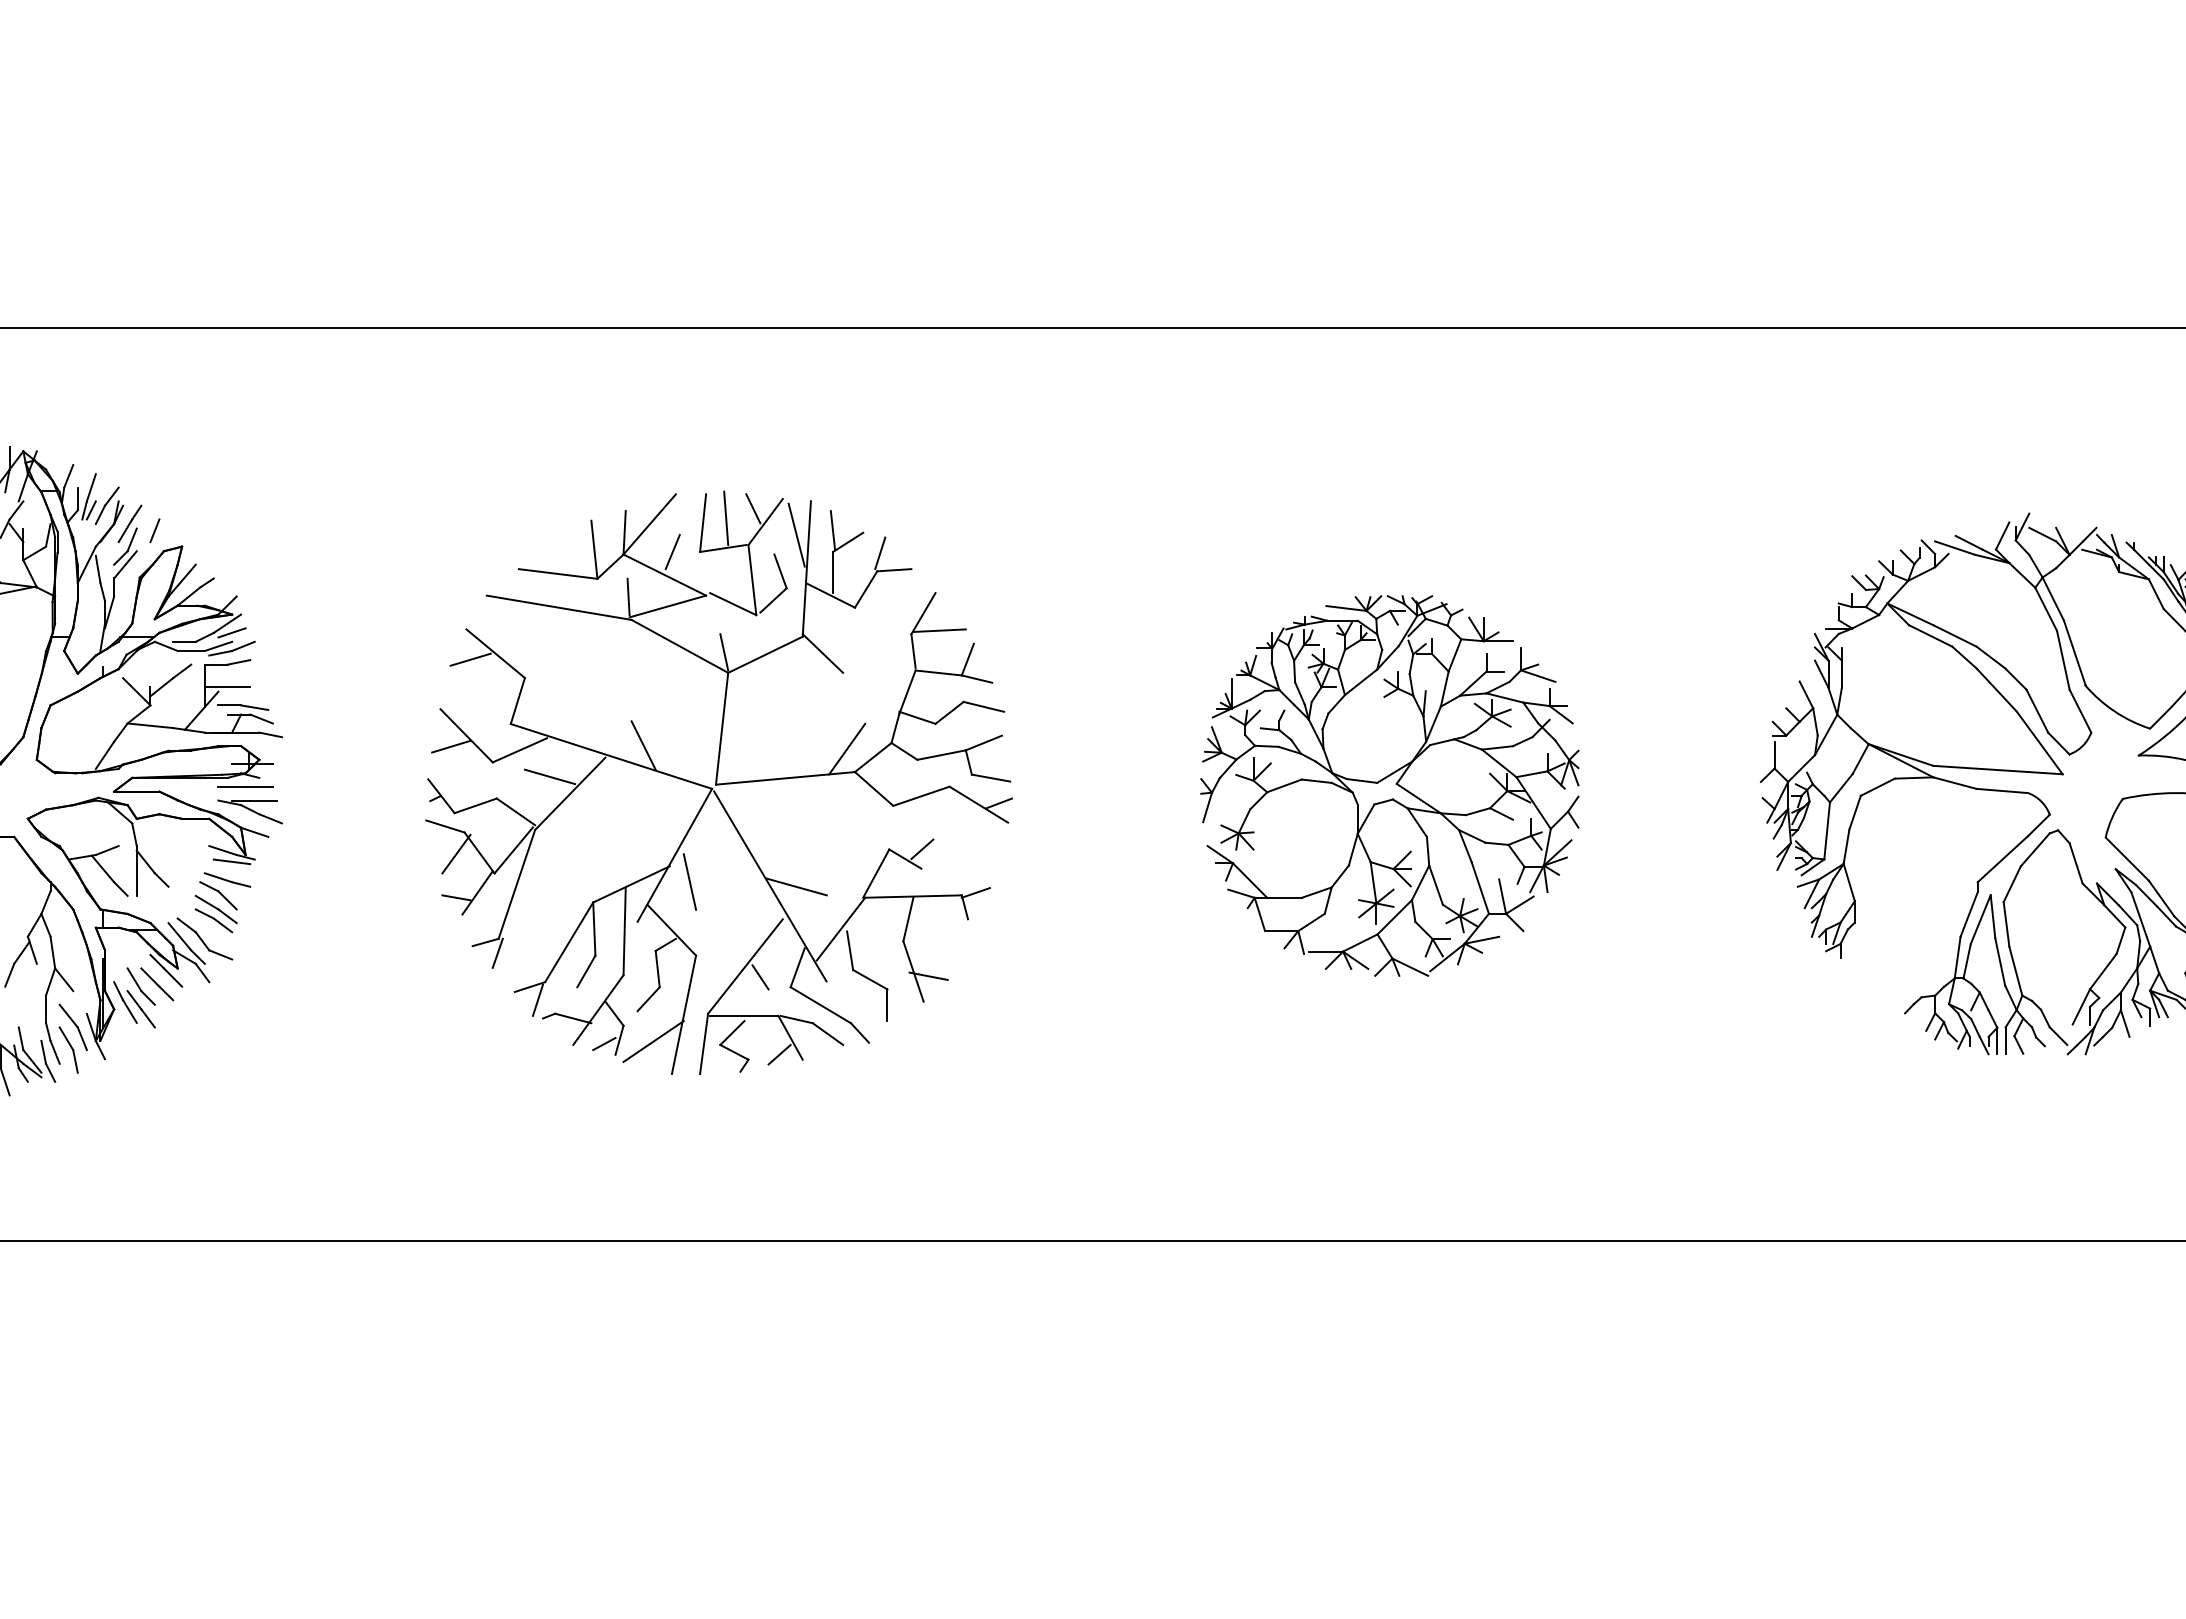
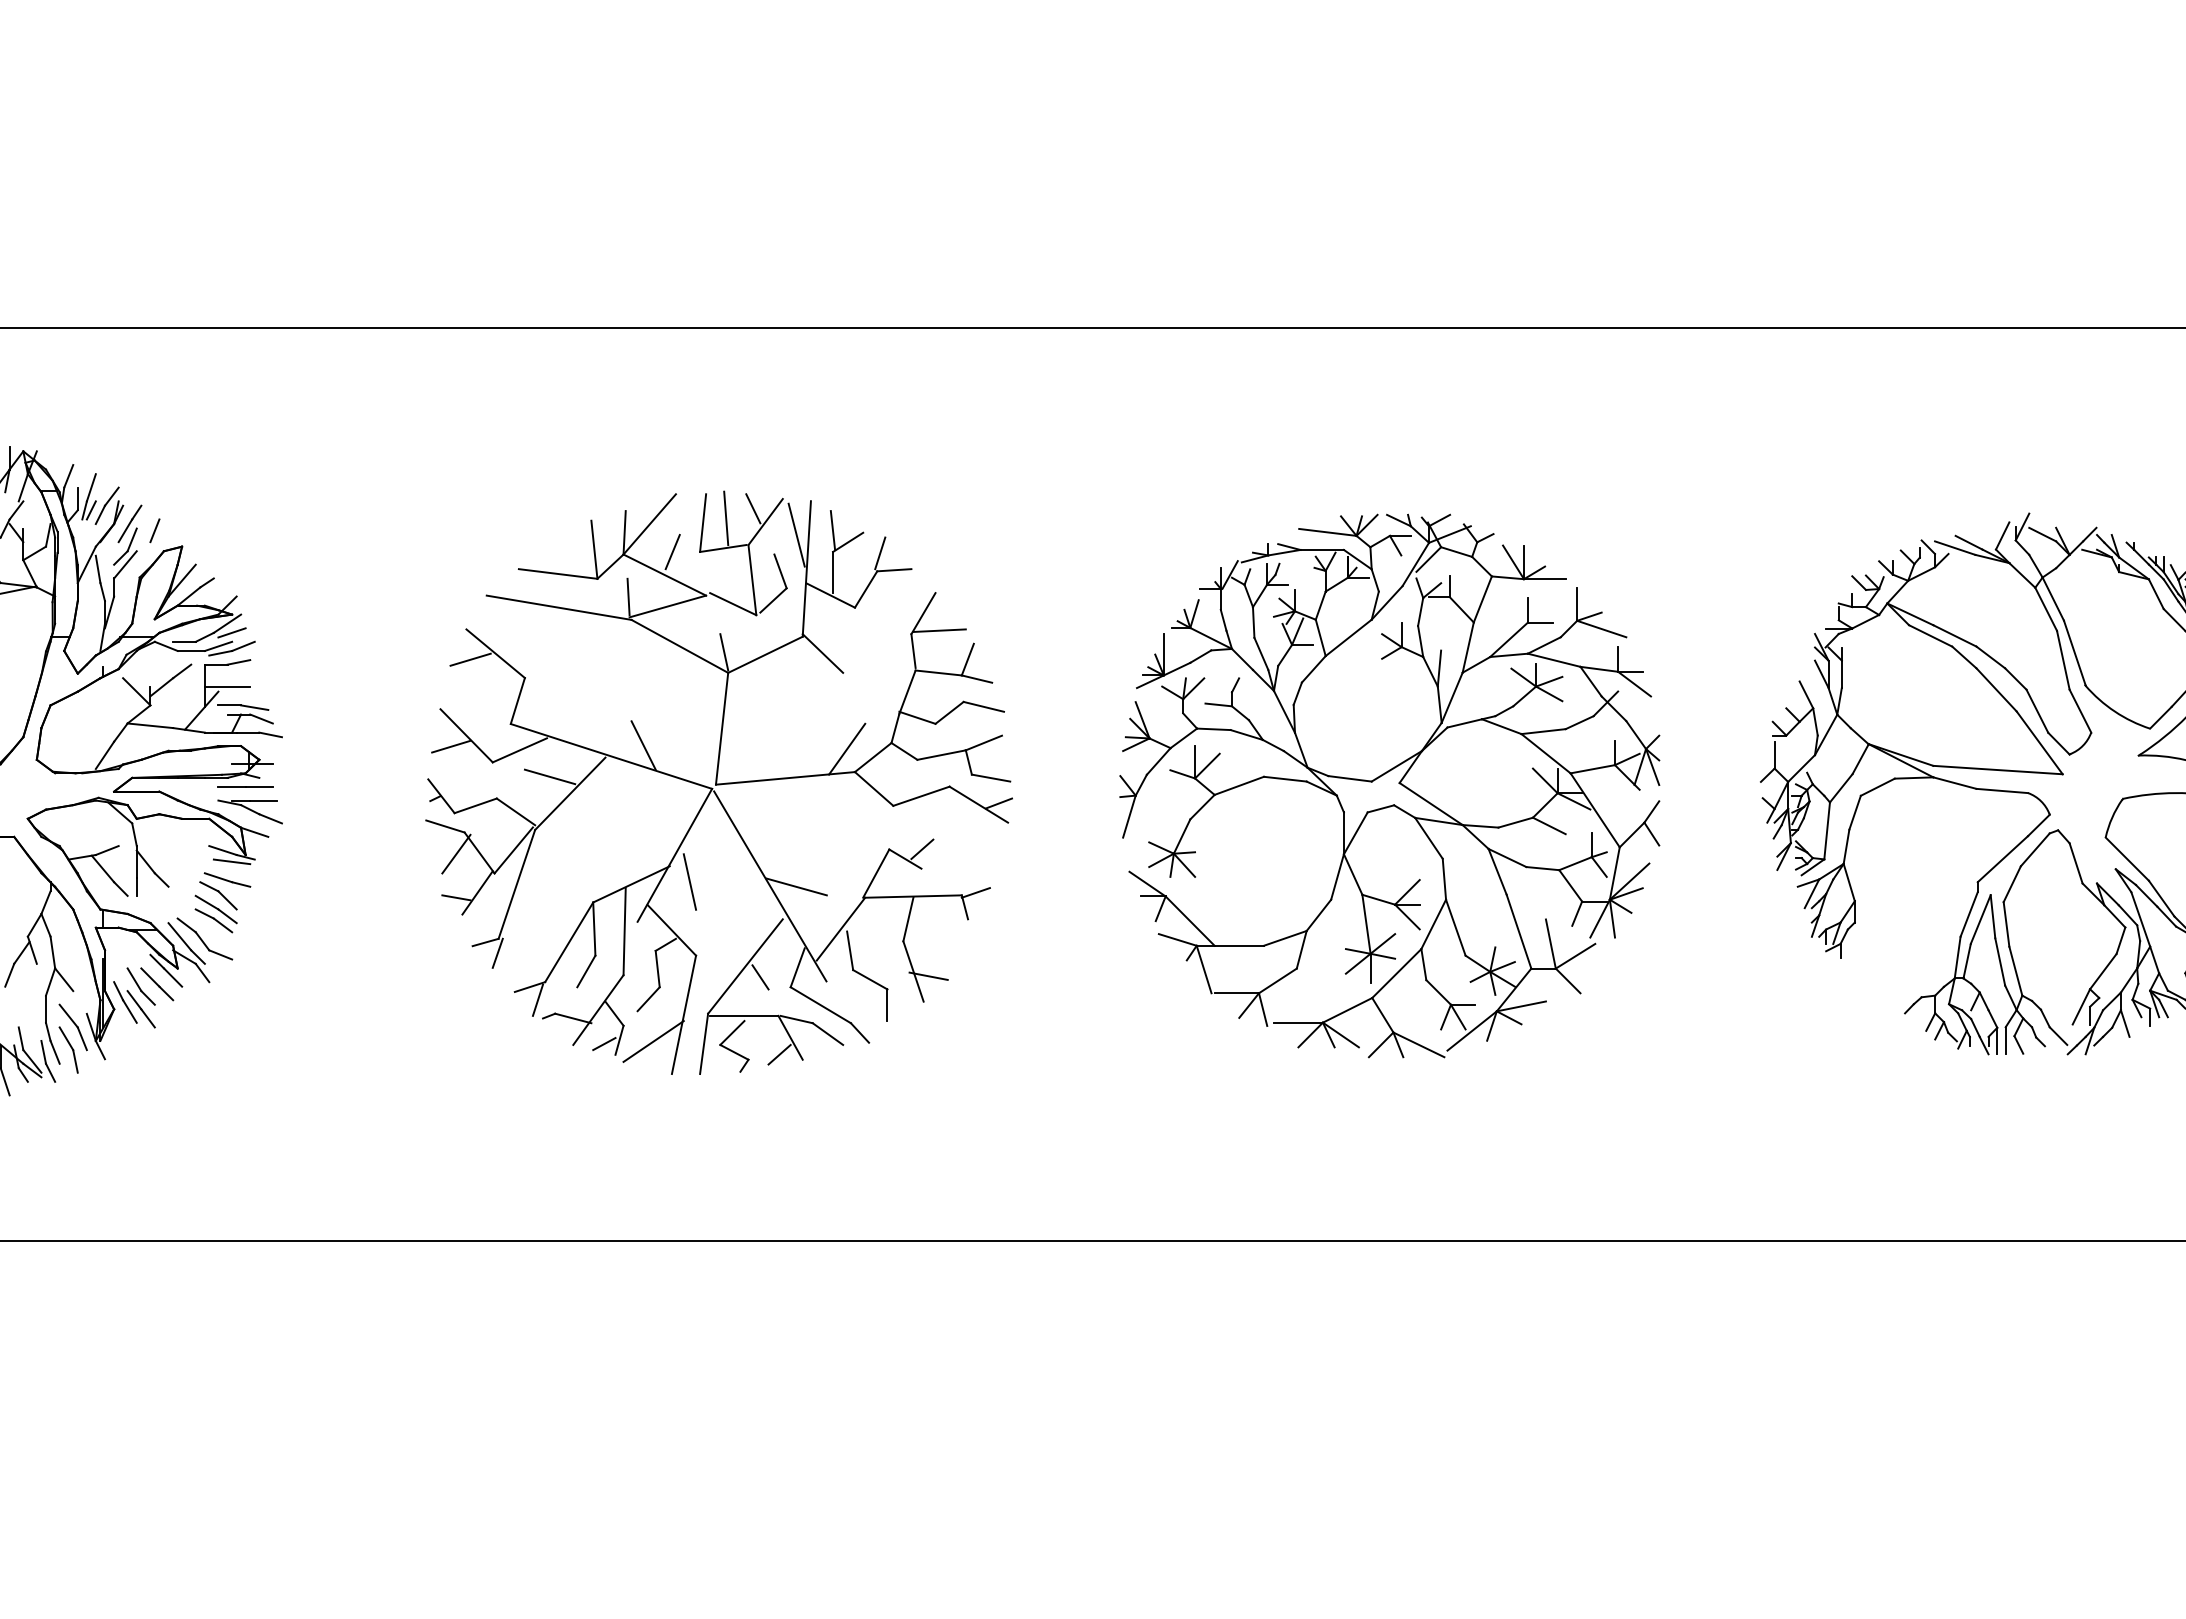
part at (1389, 785) size: 380x382 px -> 542x546 px
